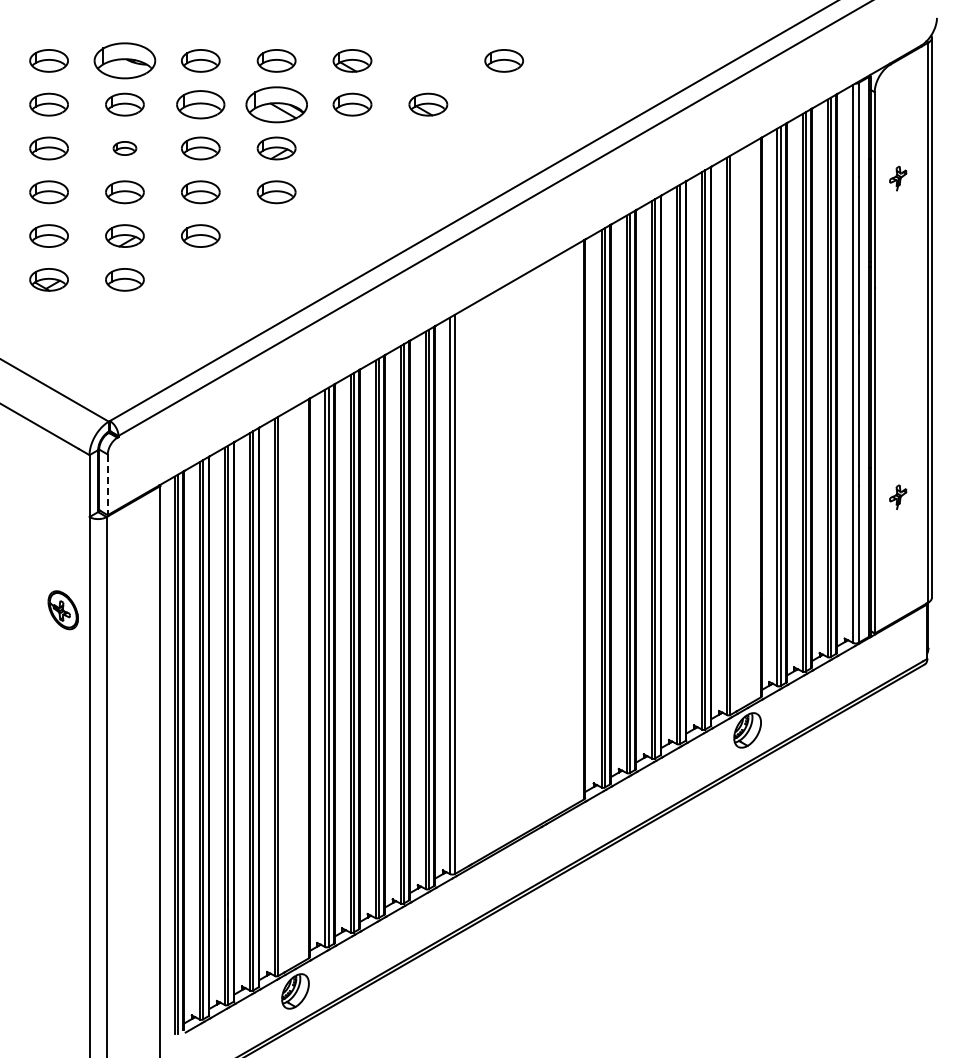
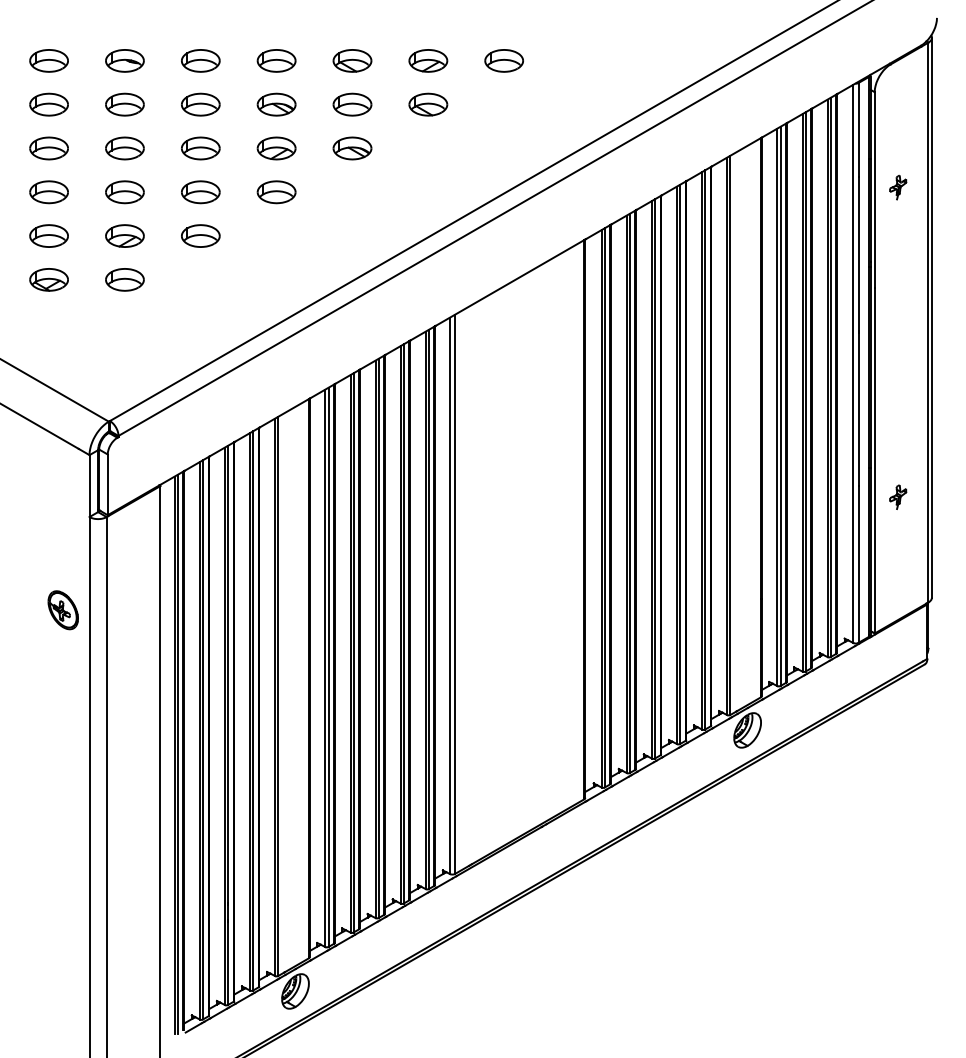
part at (124, 60) size: 64x38 px -> 40x24 px
part at (428, 60): none -> present
part at (200, 104) size: 50x30 px -> 40x25 px
part at (276, 104) size: 63x38 px -> 41x25 px
part at (124, 148) size: 26x15 px -> 40x25 px
part at (352, 148): none -> present
part at (898, 178) position: (898, 178) -> (898, 187)
line at (107, 485): dashed -> solid
